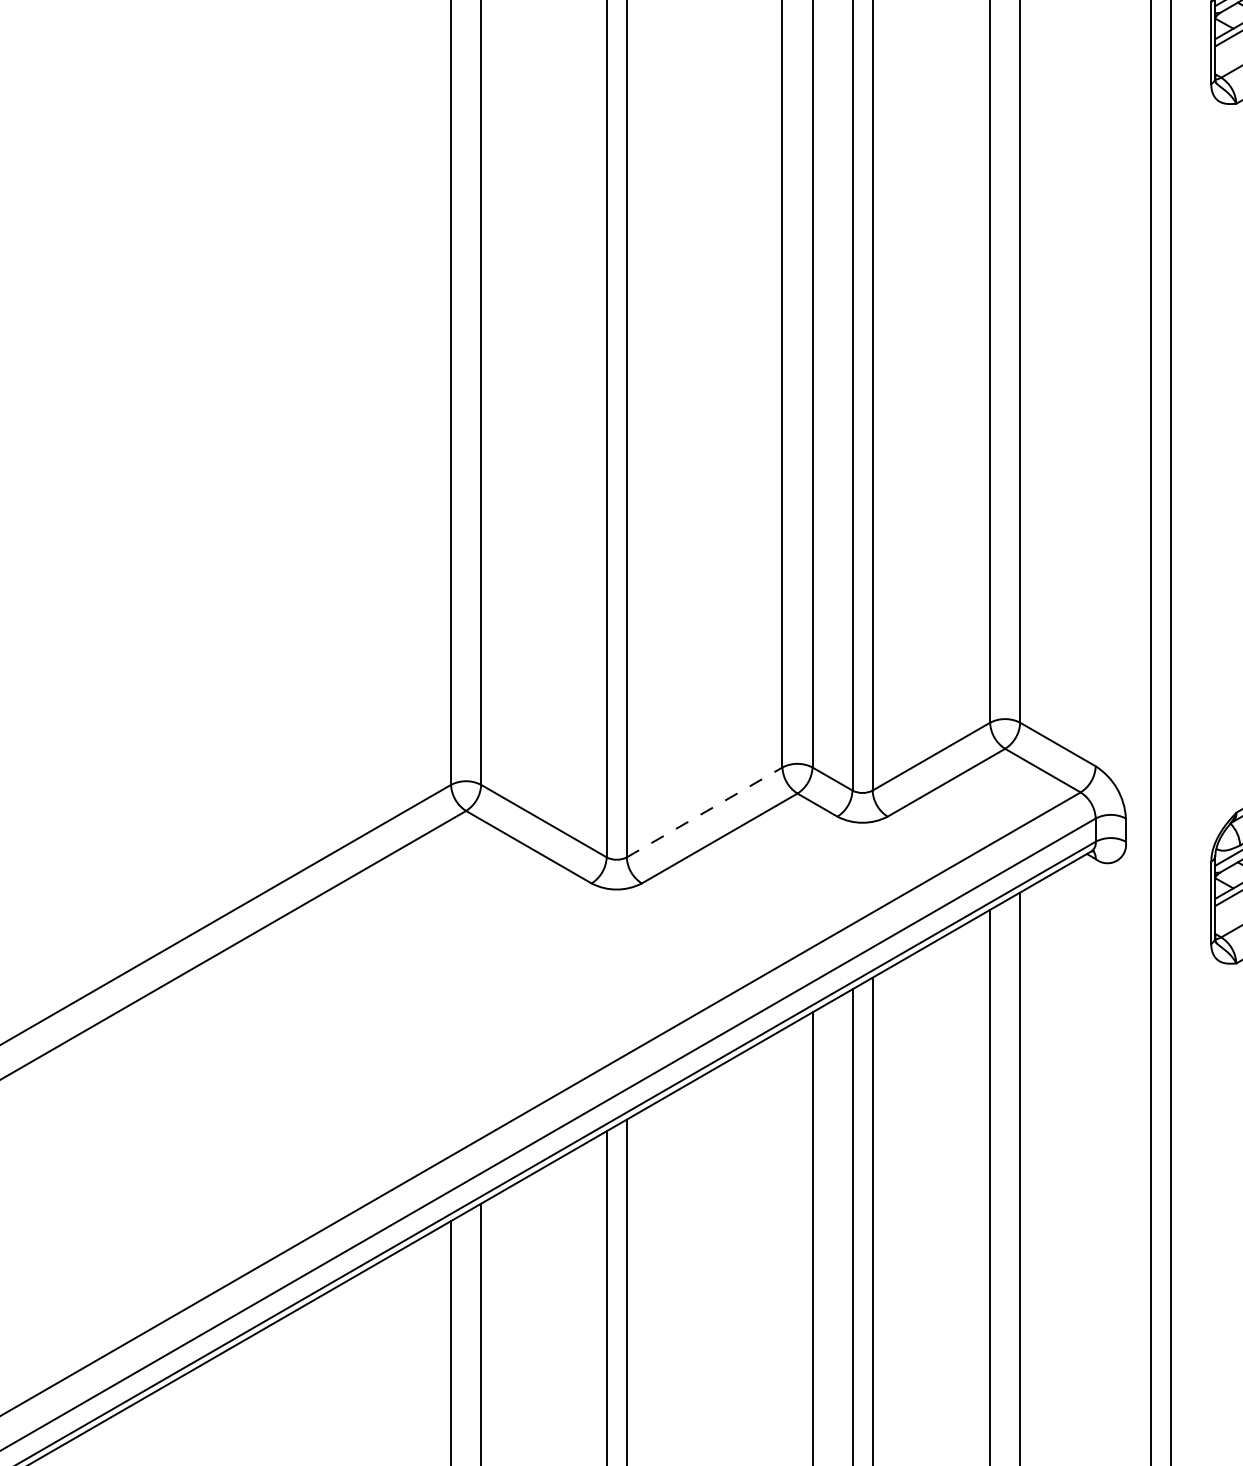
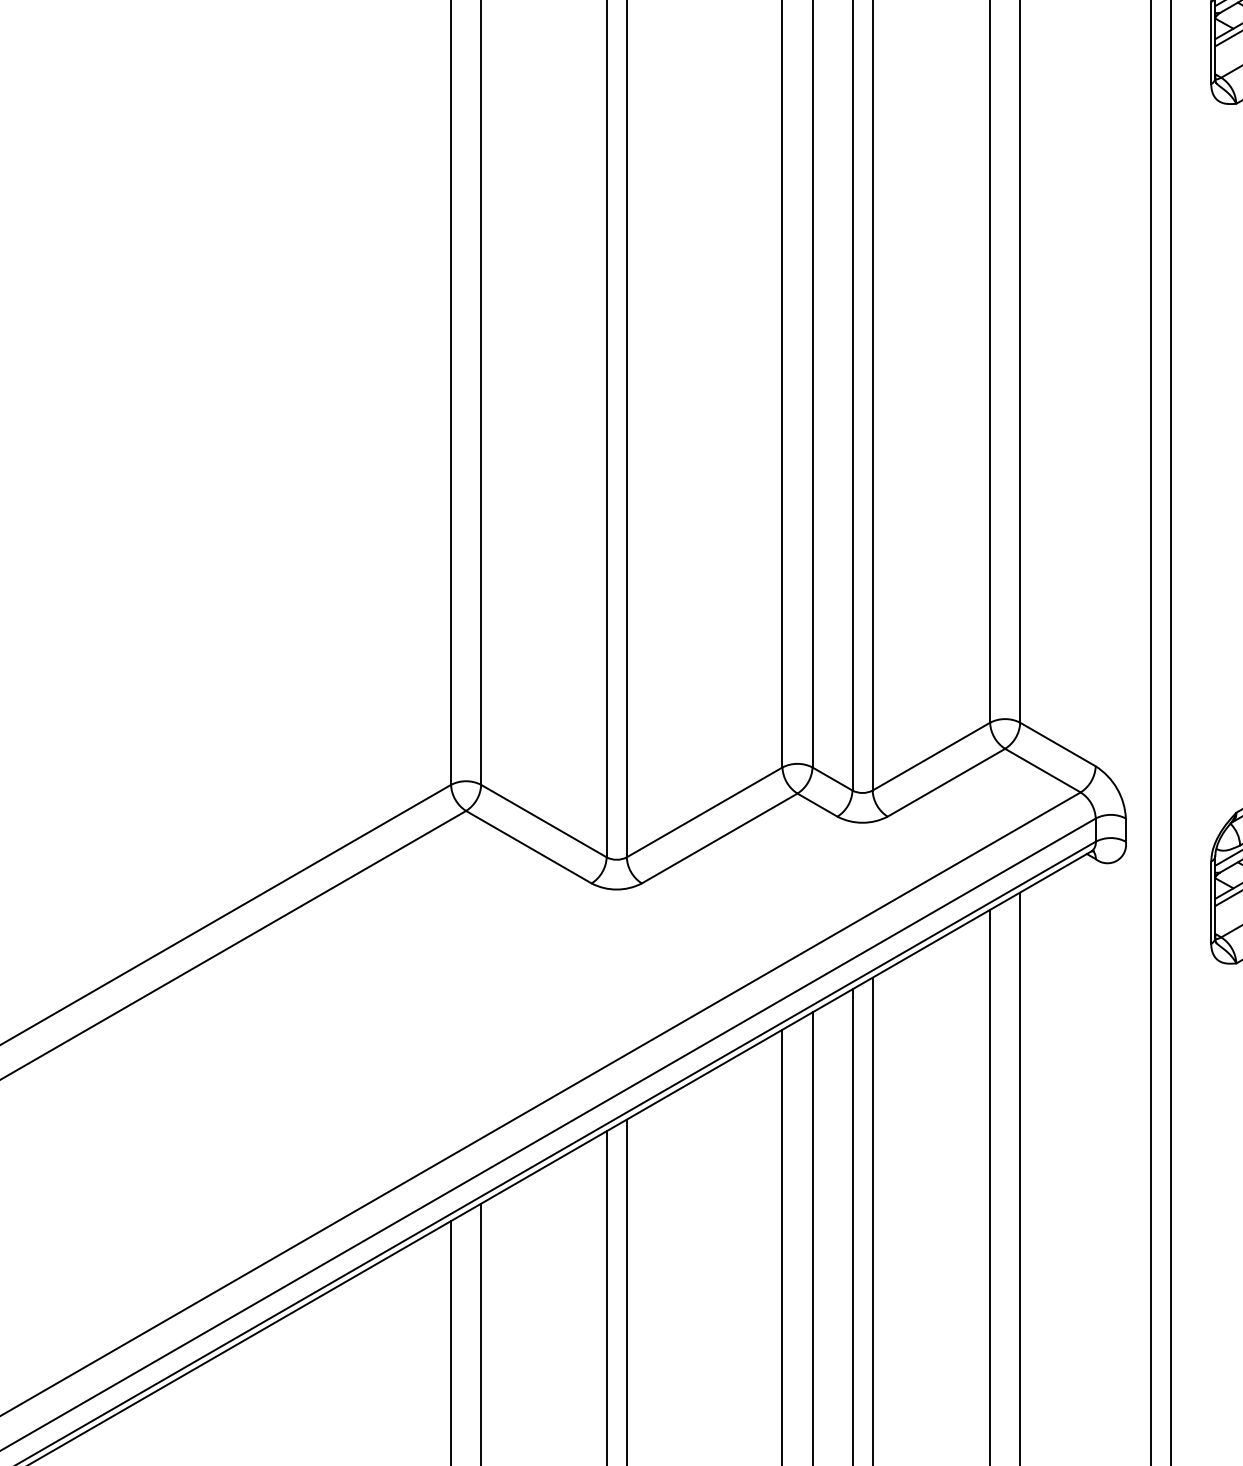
line at (704, 812): dashed -> solid
line at (782, 1245): none -> present
